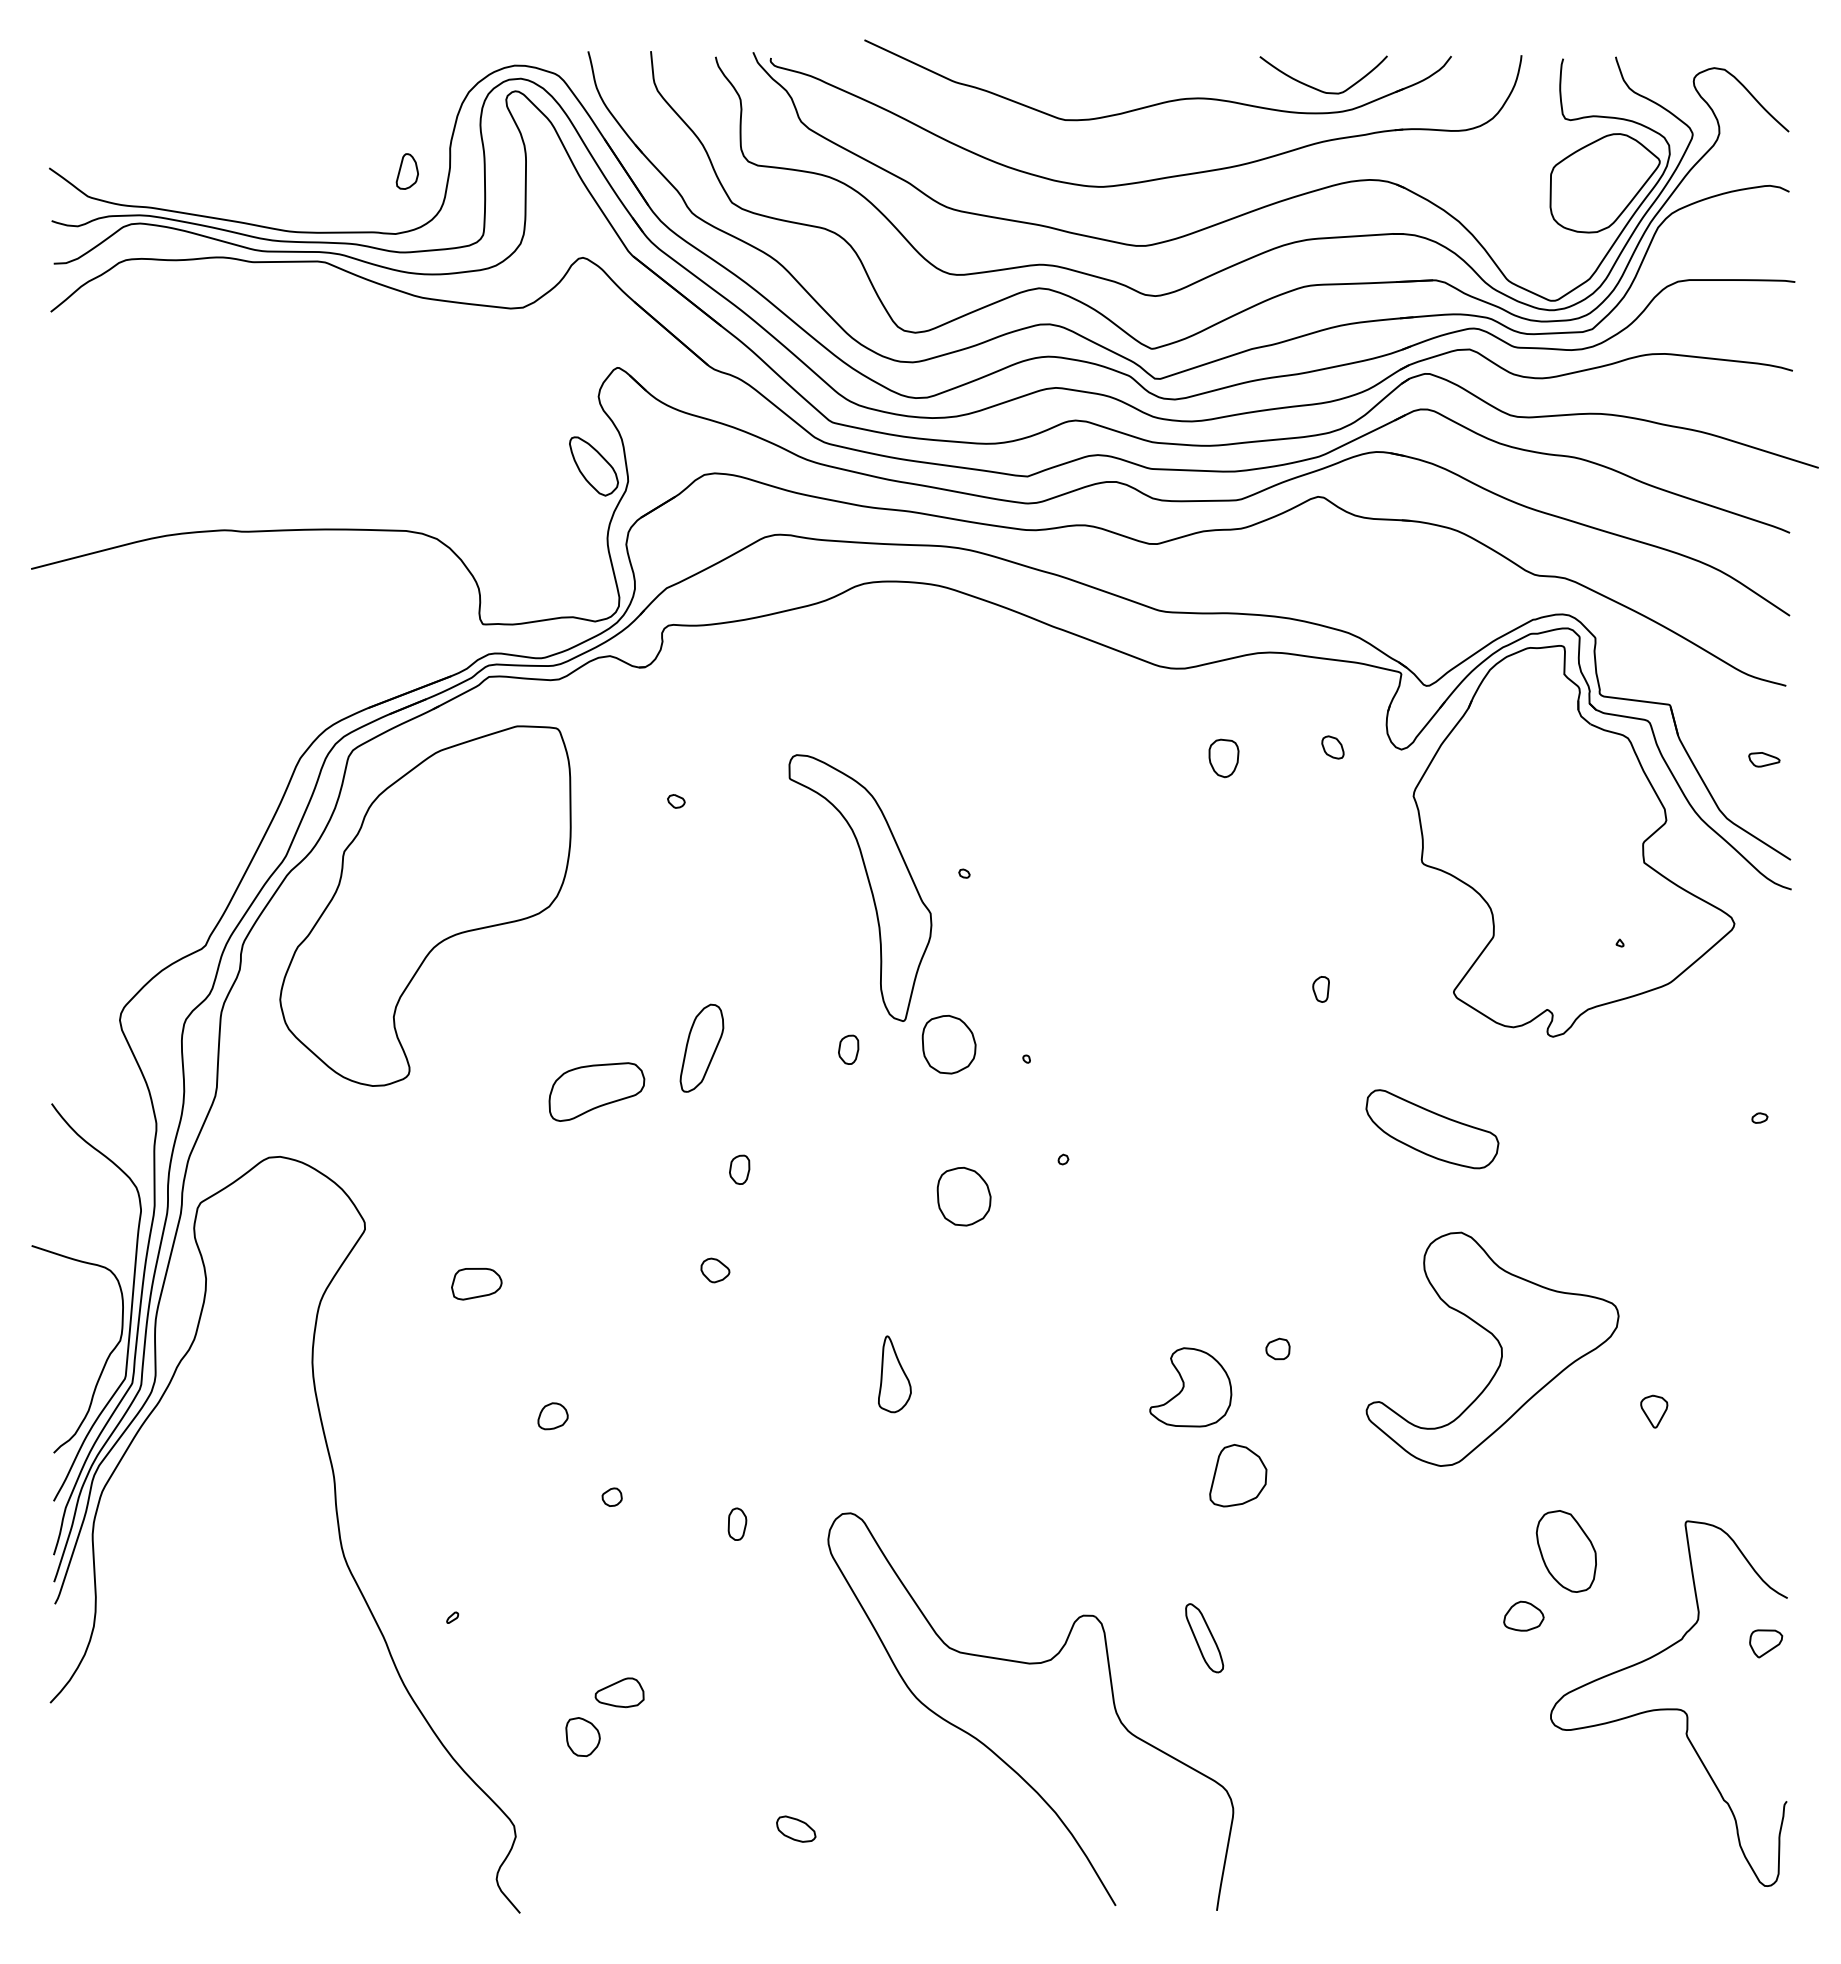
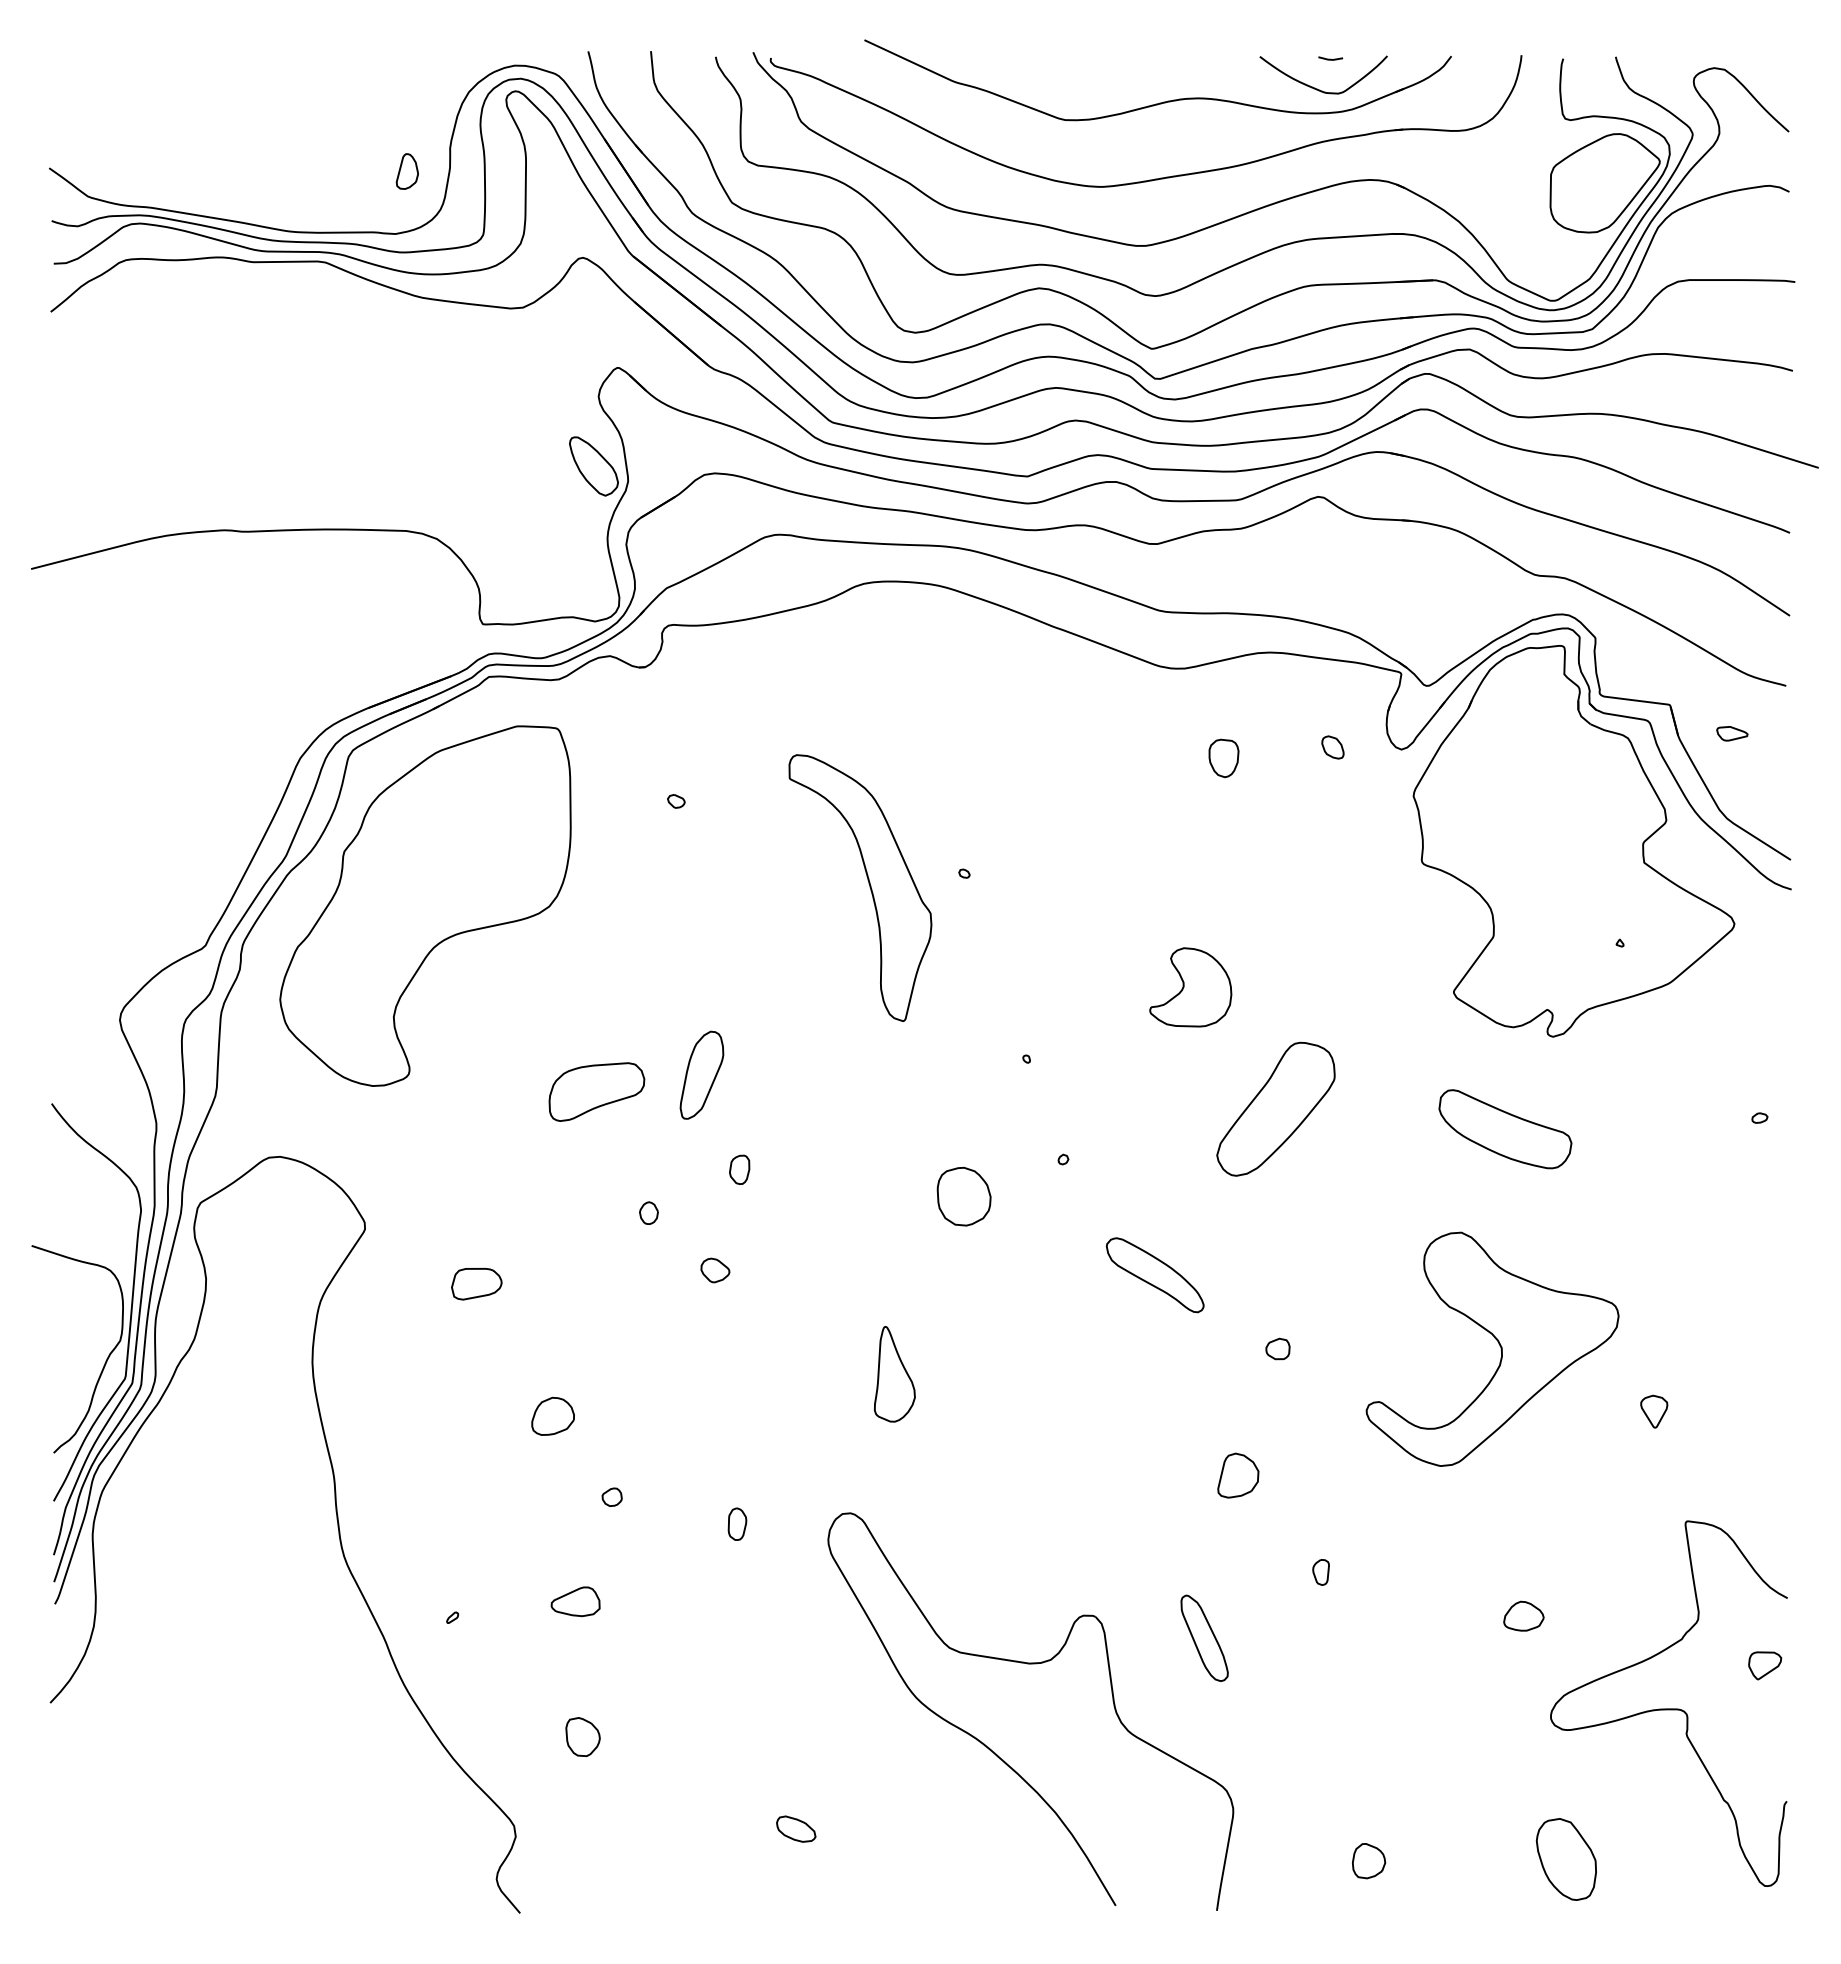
line at (1330, 58): none -> present
part at (1764, 759) position: (1764, 759) -> (1732, 733)
part at (1320, 989) position: (1320, 989) -> (1320, 1572)
part at (948, 1044): present -> none
part at (701, 1047) position: (701, 1047) -> (701, 1074)
part at (848, 1049): present -> none
part at (1275, 1108): none -> present
part at (1432, 1129) position: (1432, 1129) -> (1505, 1129)
part at (648, 1212): none -> present
part at (1154, 1275): none -> present
part at (894, 1374) size: 34x79 px -> 42x97 px
part at (1190, 1387) position: (1190, 1387) -> (1190, 987)
part at (552, 1416) size: 32x29 px -> 44x40 px
part at (1238, 1475) size: 59x64 px -> 43x47 px
part at (1565, 1551) position: (1565, 1551) -> (1565, 1859)
part at (1204, 1638) size: 40x71 px -> 49x88 px
part at (1766, 1643) position: (1766, 1643) -> (1765, 1665)
part at (619, 1692) position: (619, 1692) -> (575, 1601)
part at (1369, 1861): none -> present
